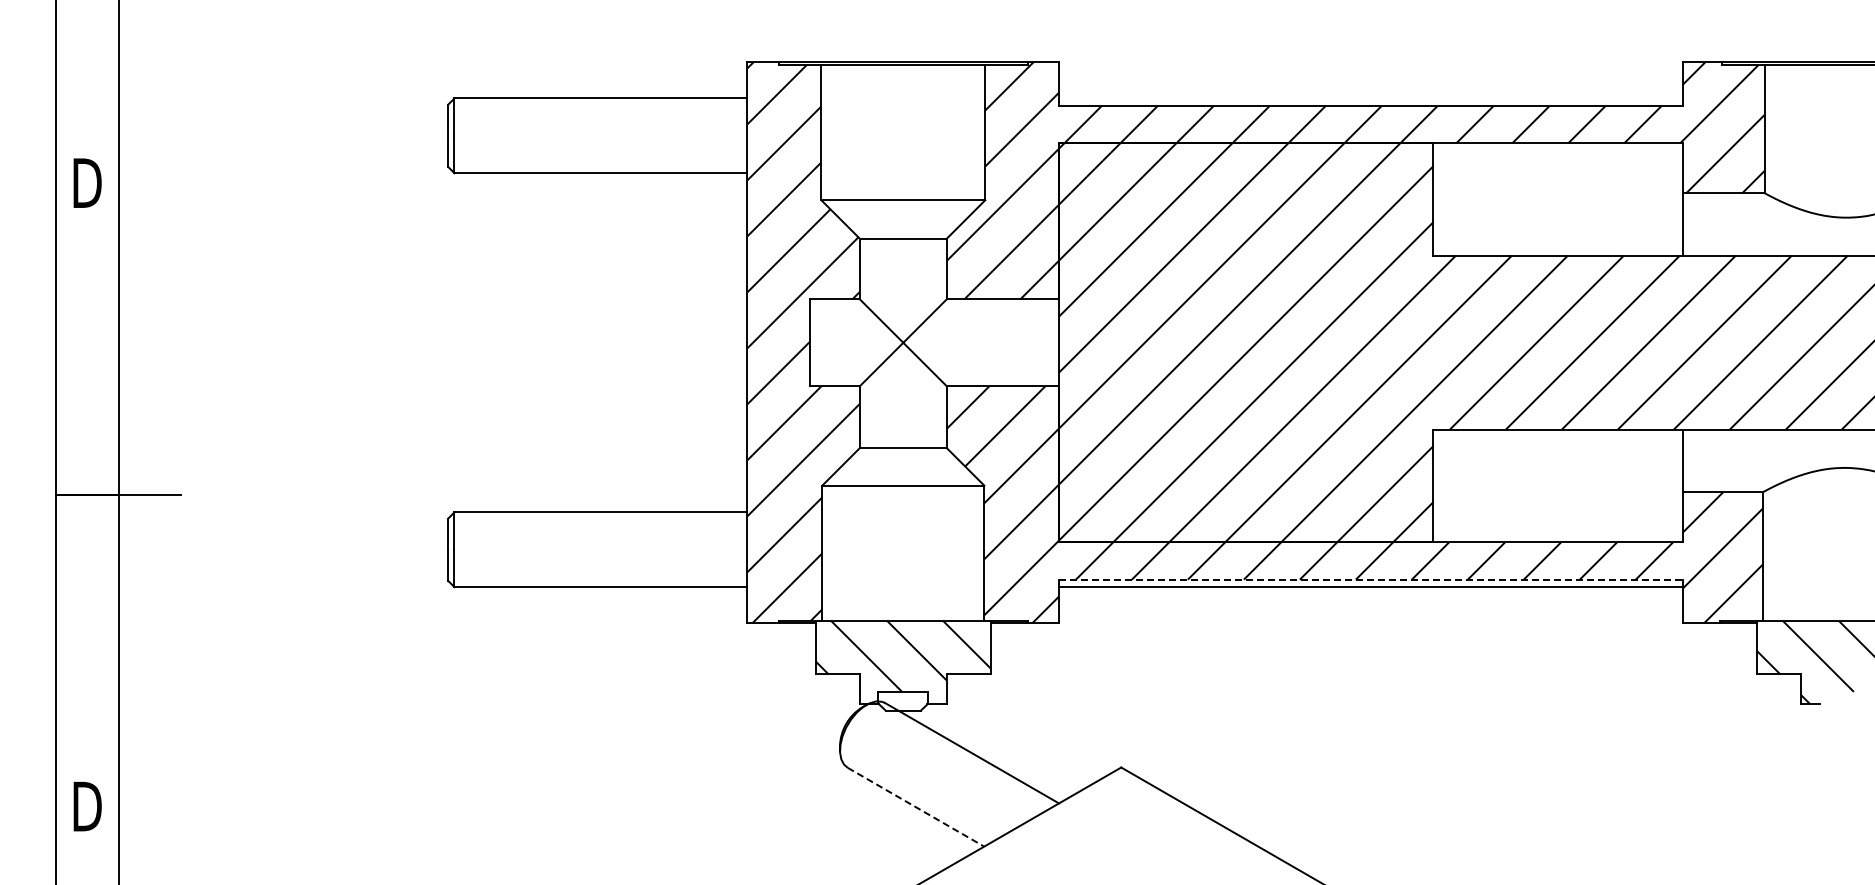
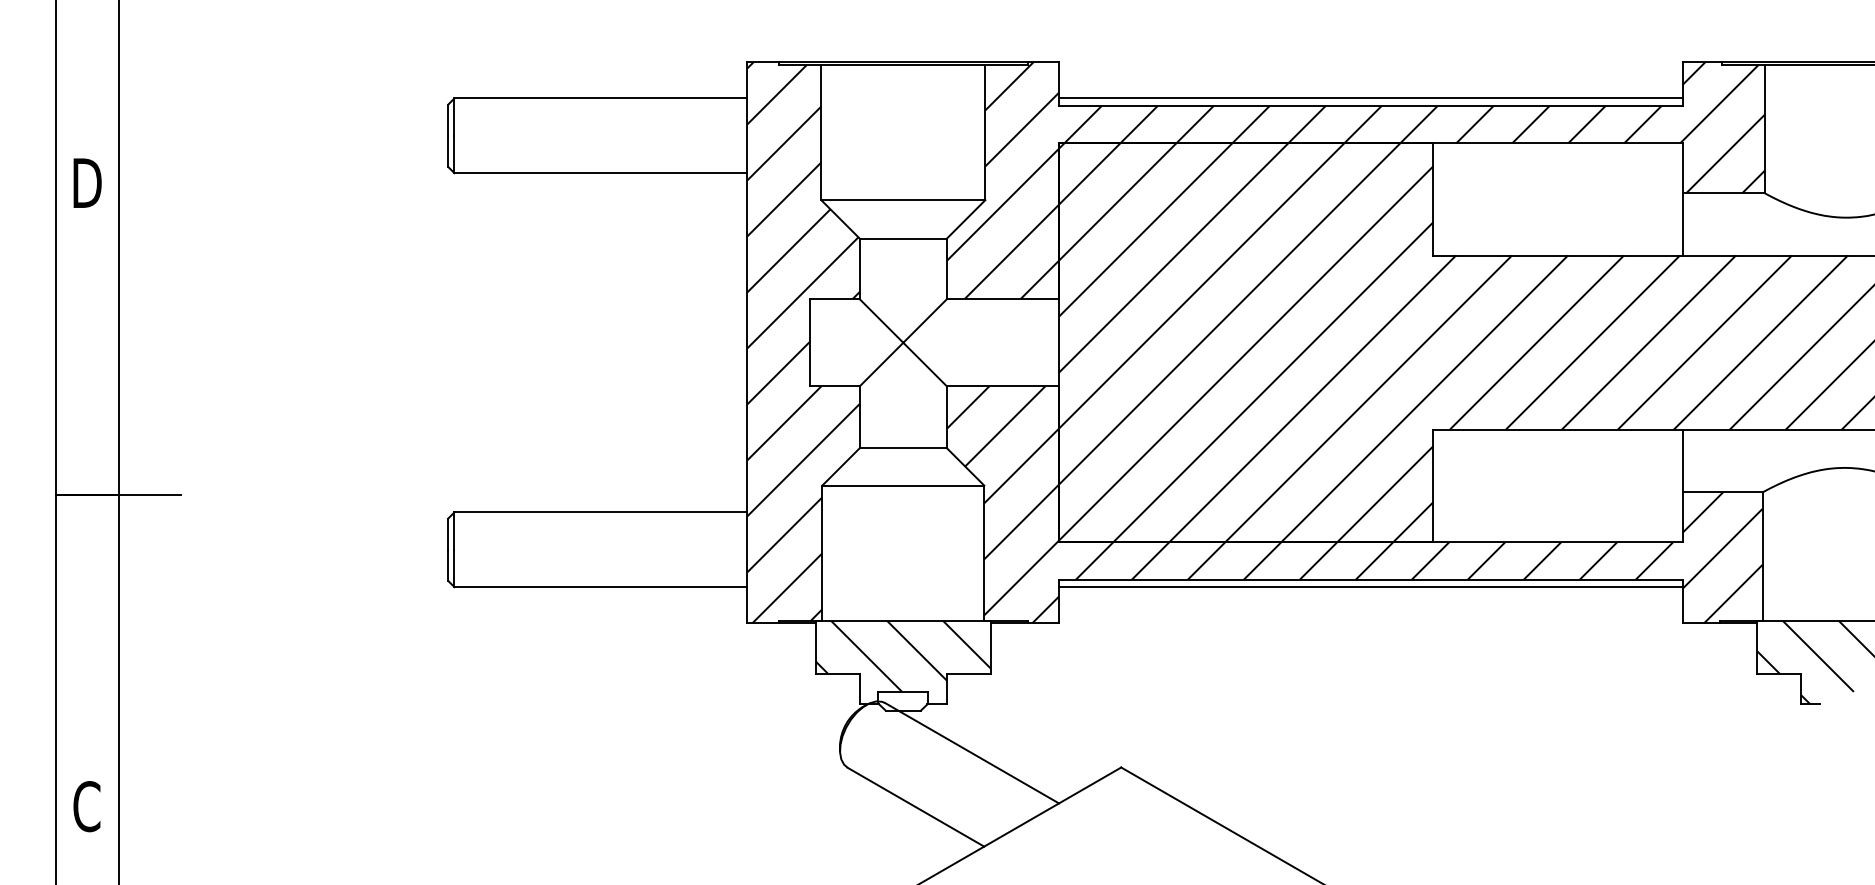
line at (1370, 98): none -> present
line at (1370, 579): dashed -> solid
text at (87, 806): D -> C
line at (916, 807): dashed -> solid
